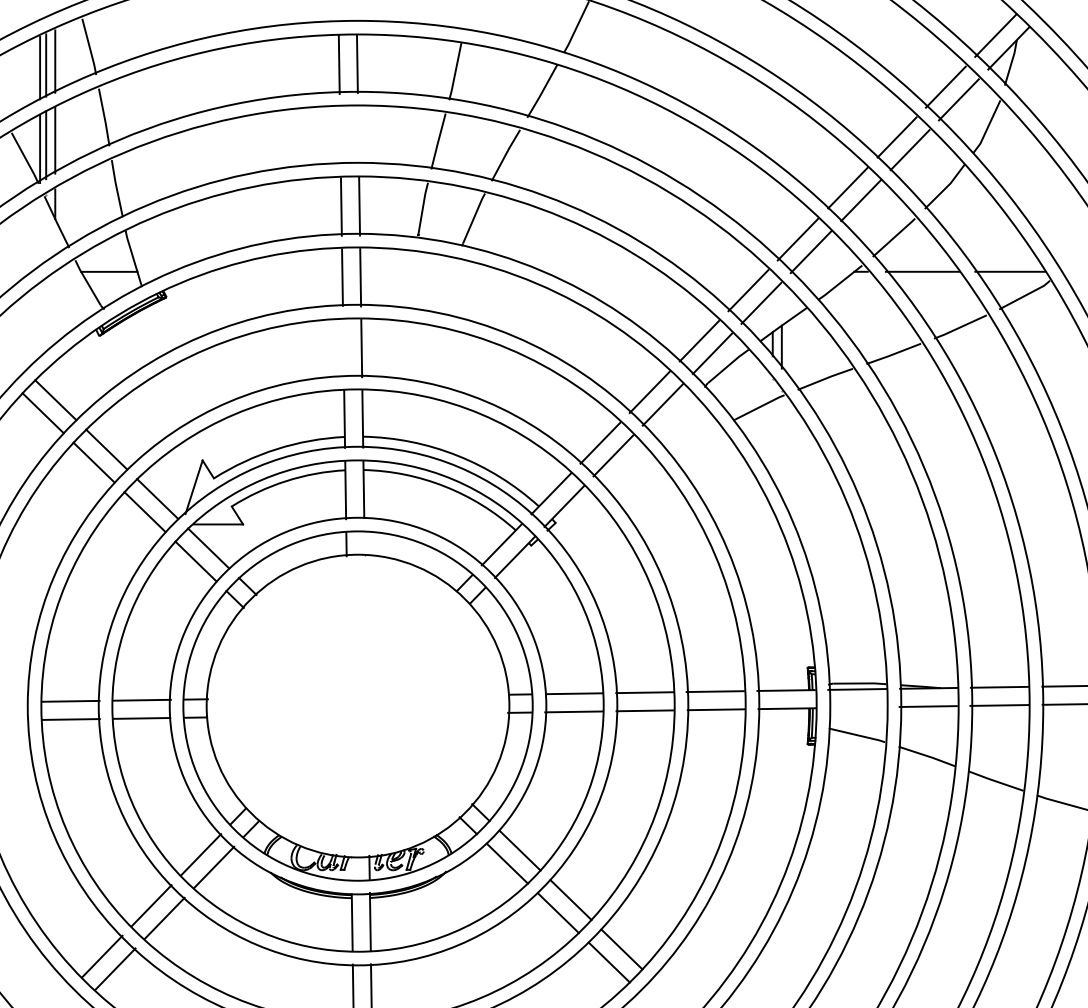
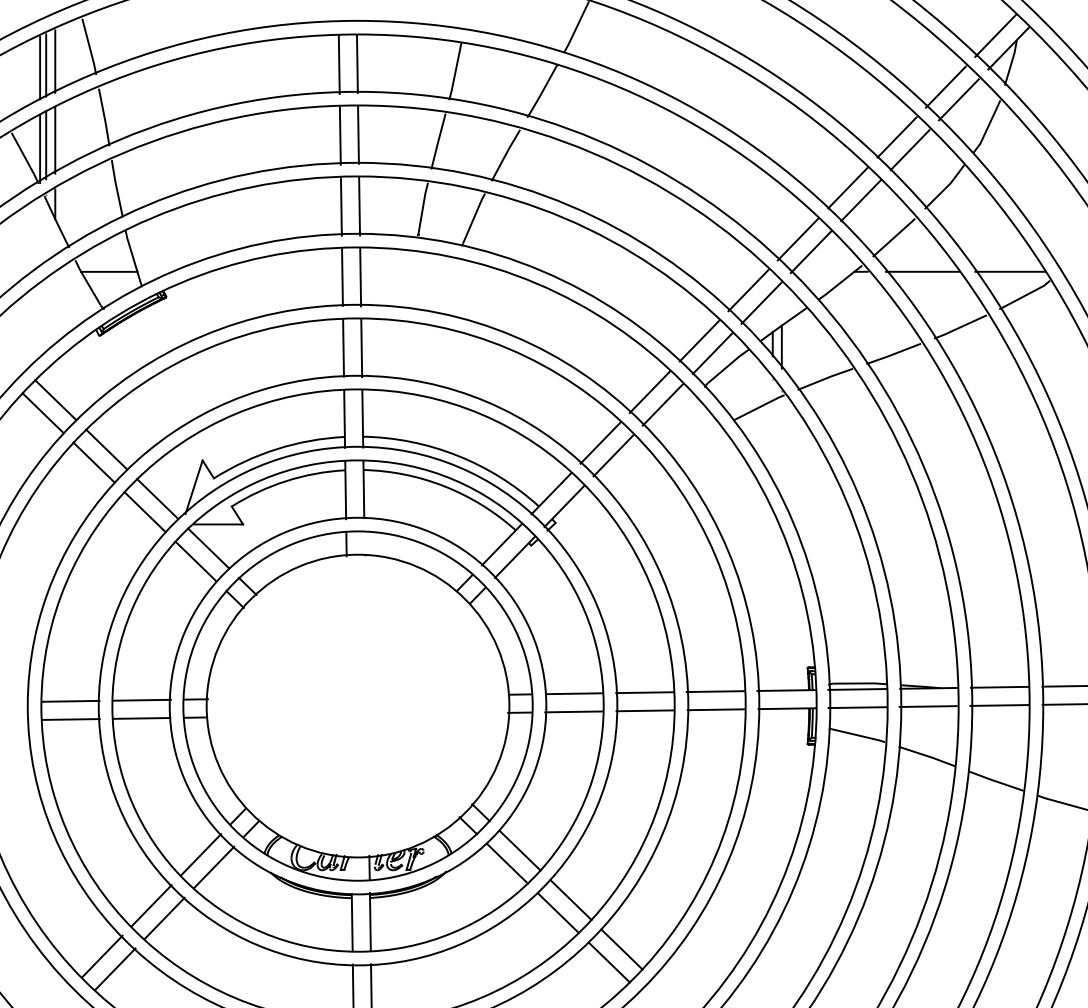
line at (358, 134): none -> present
line at (339, 135): none -> present
line at (343, 347): none -> present
line at (857, 707): none -> present
